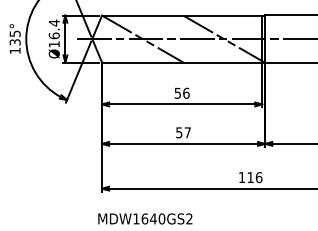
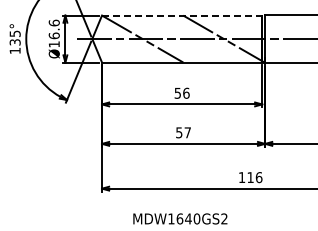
line at (183, 15): solid -> dashed
text at (53, 22): Ø16.4 -> Ø16.6
text at (145, 218) position: (145, 218) -> (180, 218)
